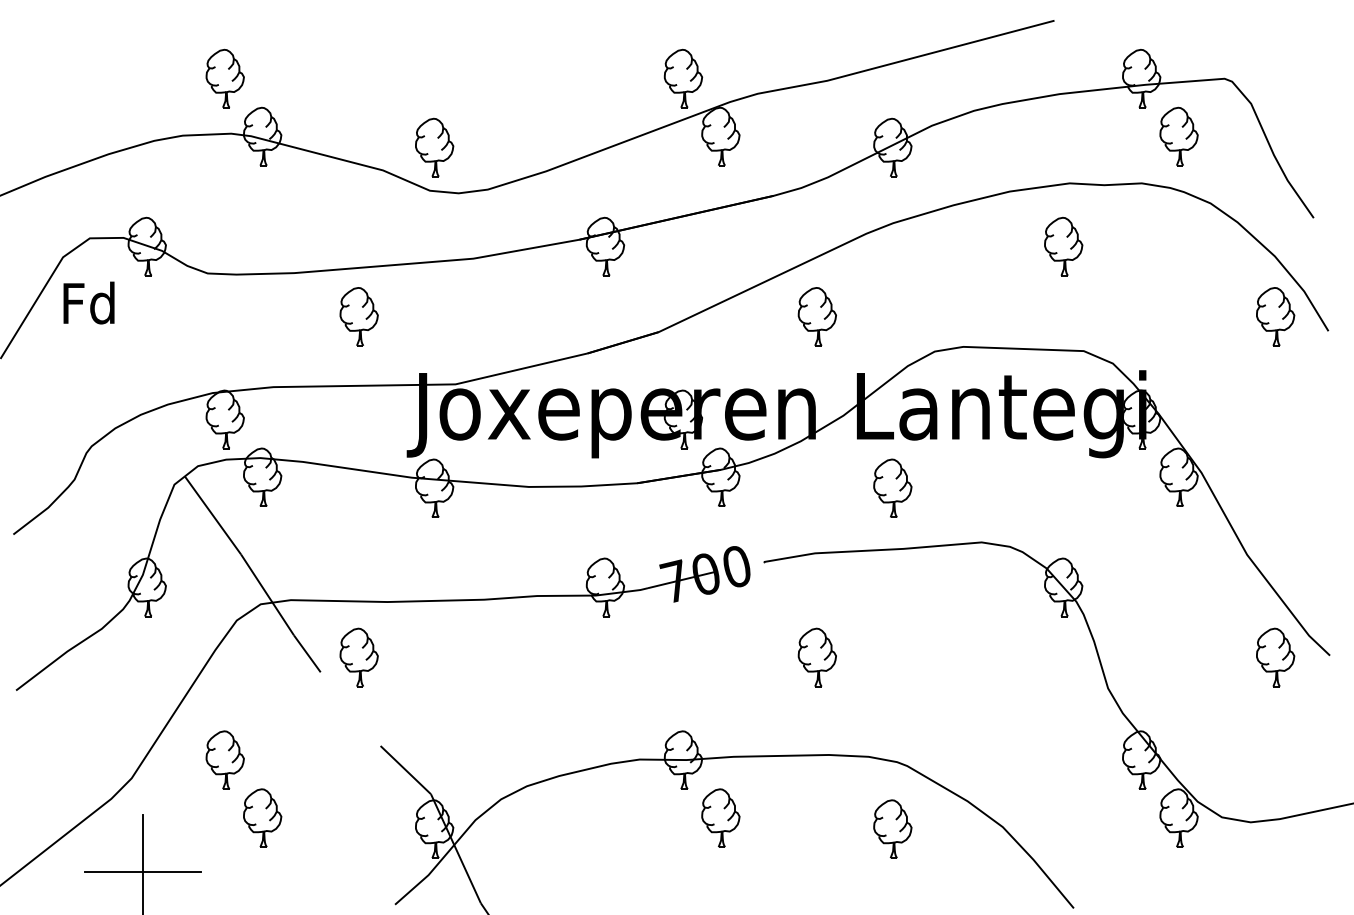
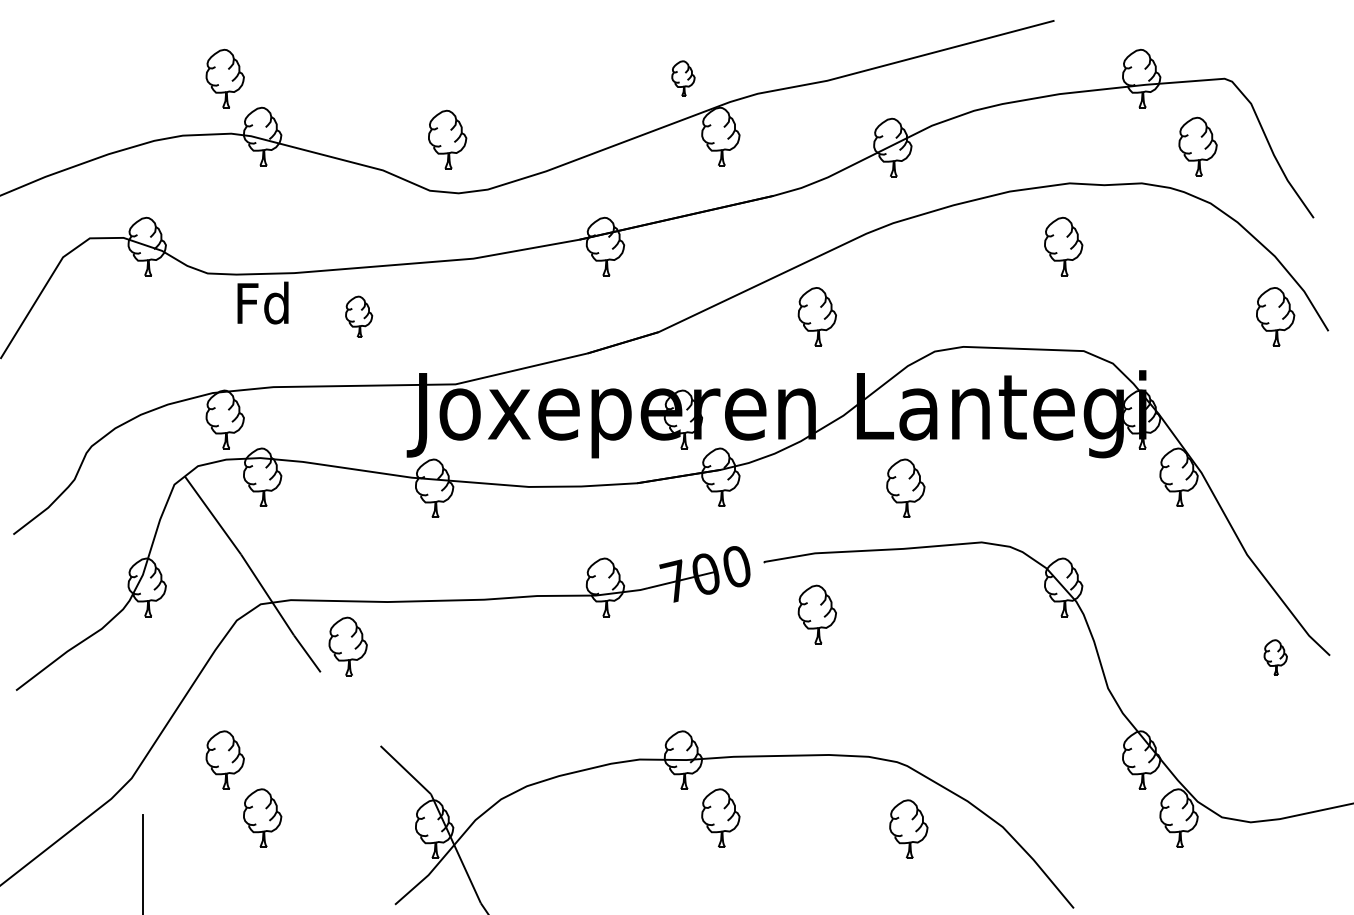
part at (683, 78) size: 41x61 px -> 25x37 px
part at (1178, 136) position: (1178, 136) -> (1197, 146)
part at (434, 147) position: (434, 147) -> (447, 139)
text at (88, 302) position: (88, 302) -> (262, 302)
part at (358, 316) size: 40x60 px -> 29x43 px
part at (892, 487) position: (892, 487) -> (905, 487)
part at (358, 657) position: (358, 657) -> (347, 646)
part at (816, 657) position: (816, 657) -> (816, 614)
part at (1275, 657) size: 40x61 px -> 25x37 px
part at (892, 828) position: (892, 828) -> (908, 828)
line at (143, 872): present -> none
